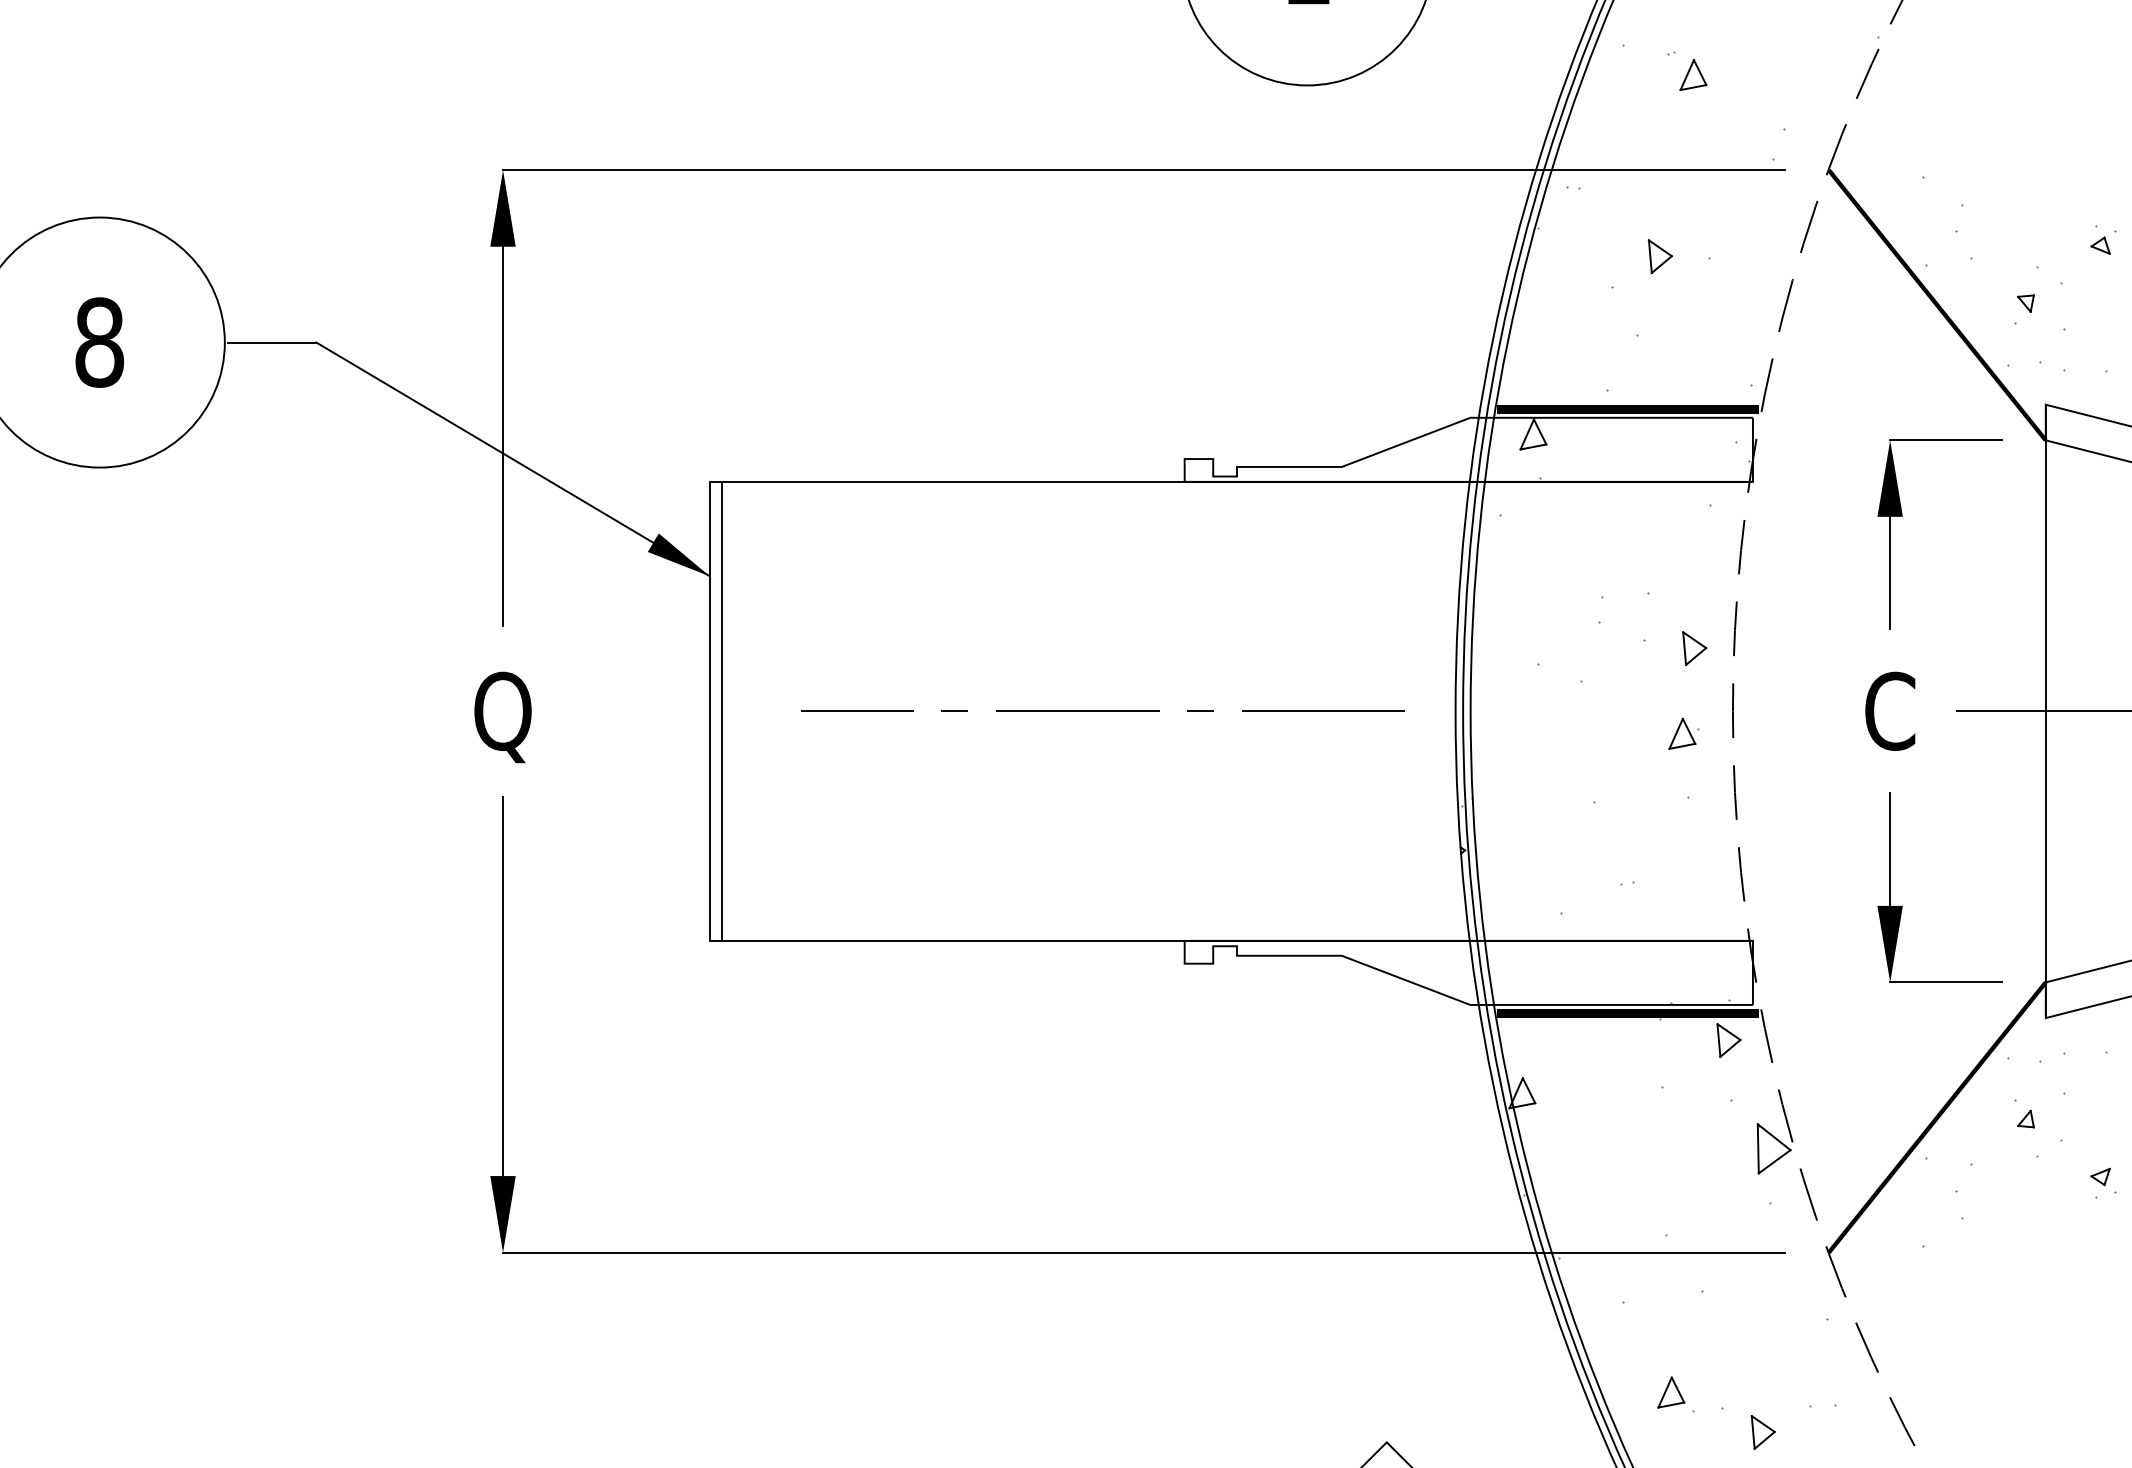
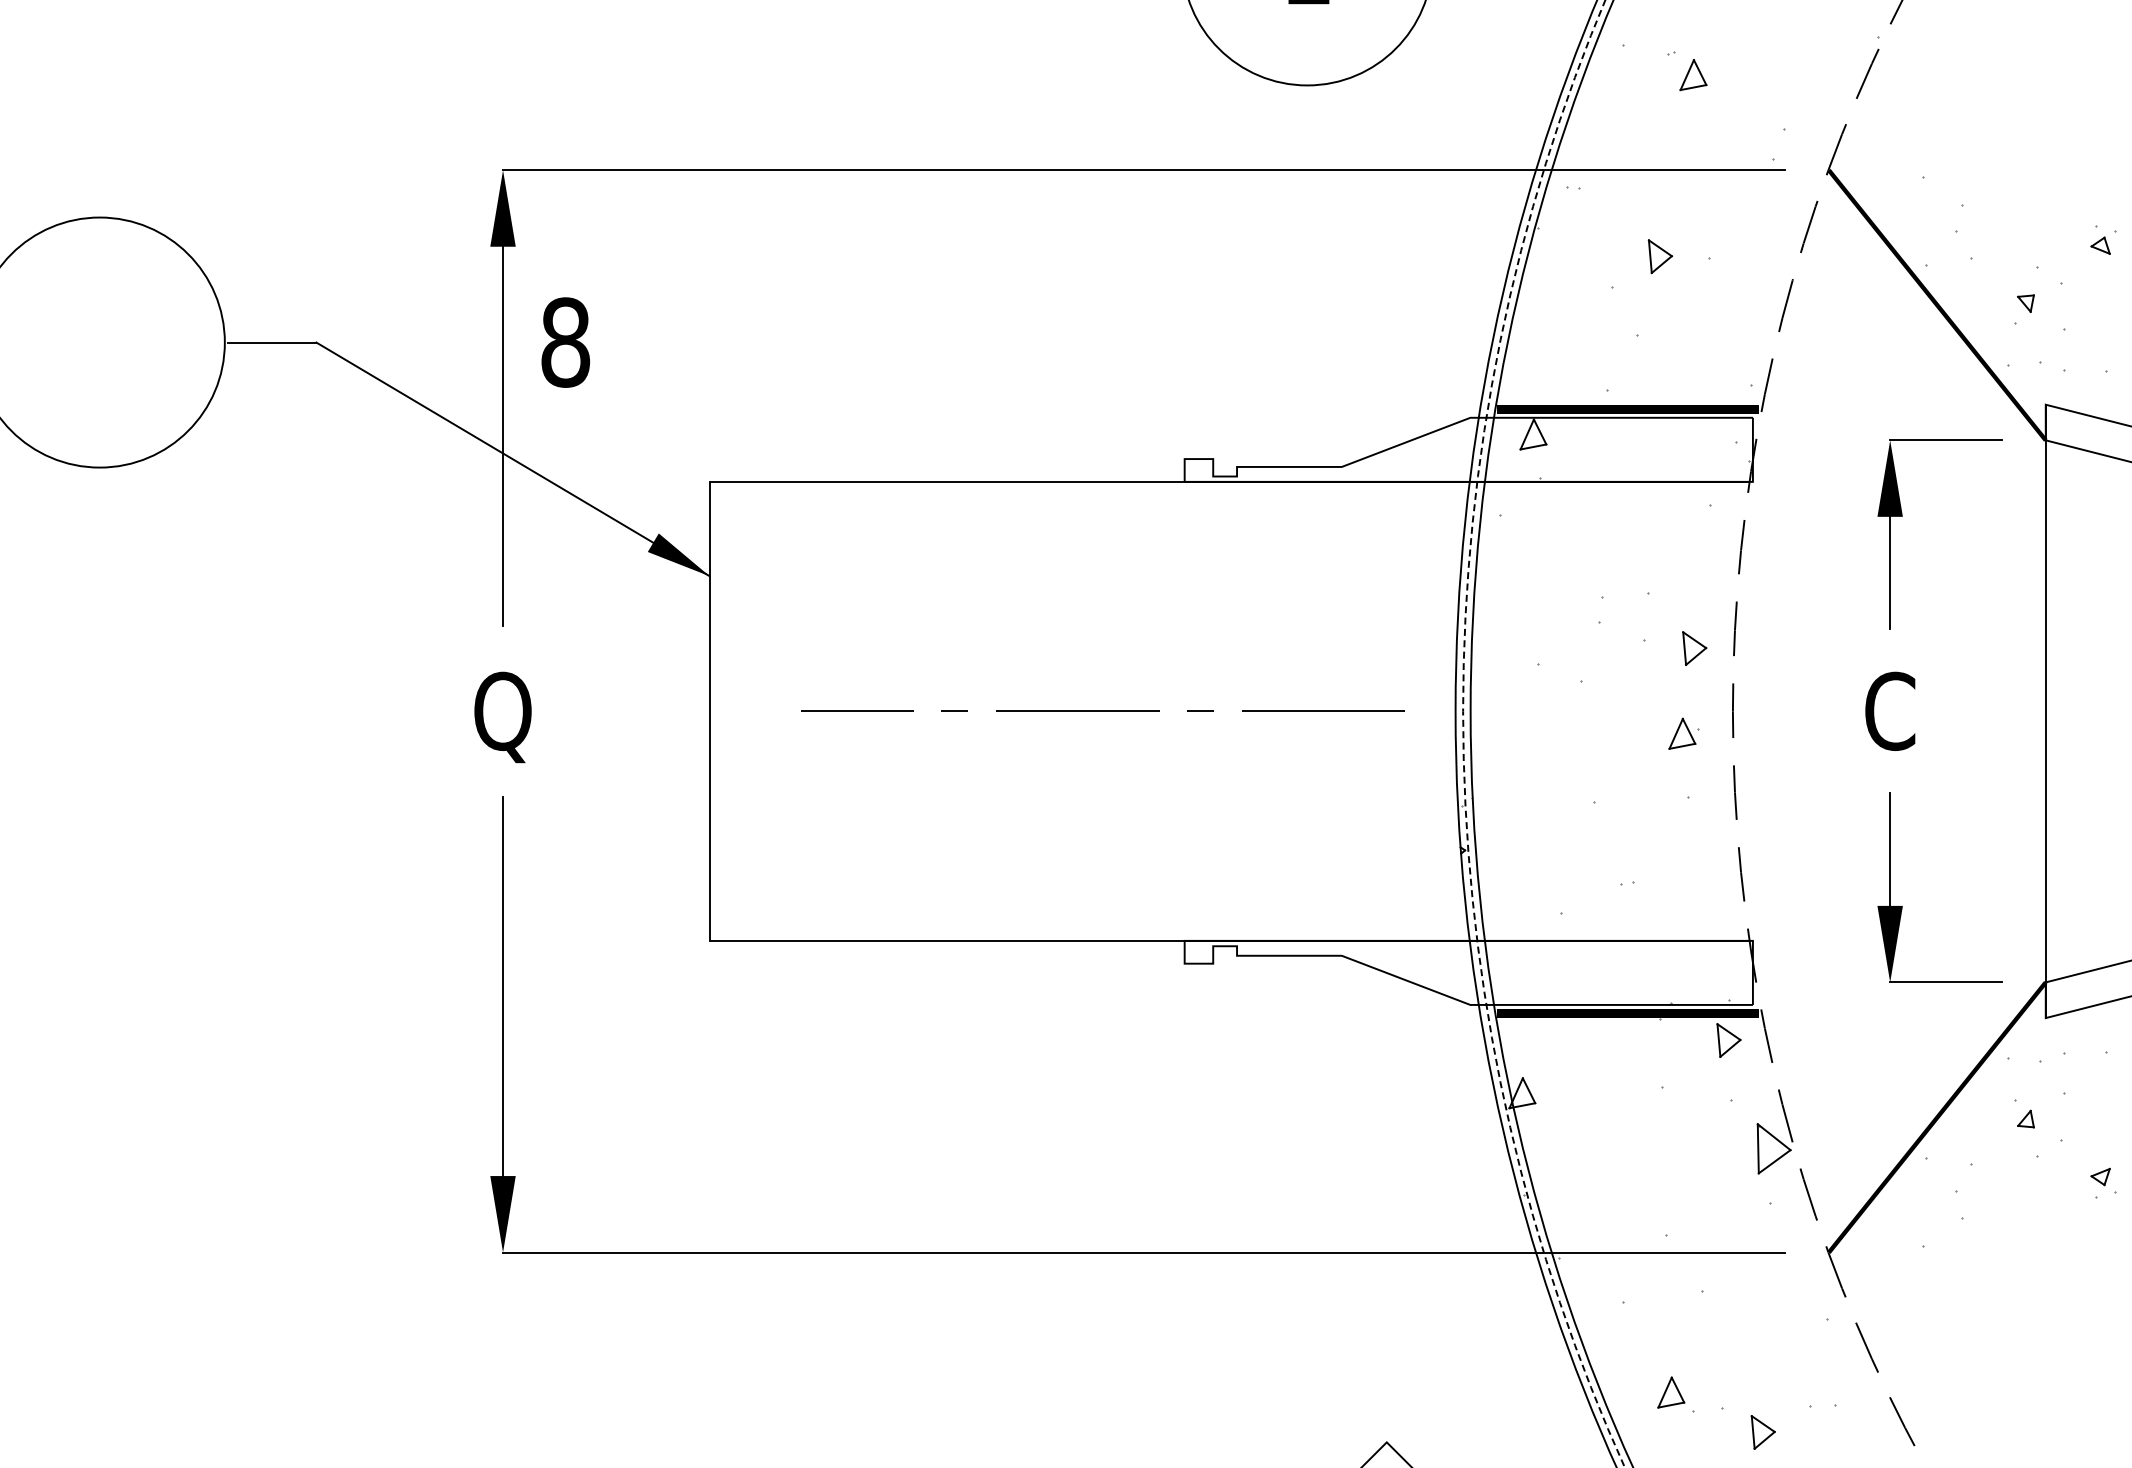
text at (99, 342) position: (99, 342) -> (565, 342)
line at (721, 710): present -> none
line at (2042, 711): present -> none
circle at (1543, 733): solid -> dashed
